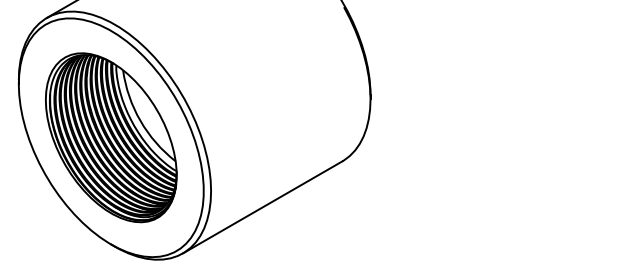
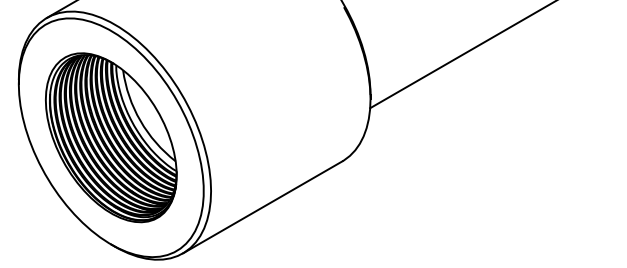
line at (461, 55): none -> present
